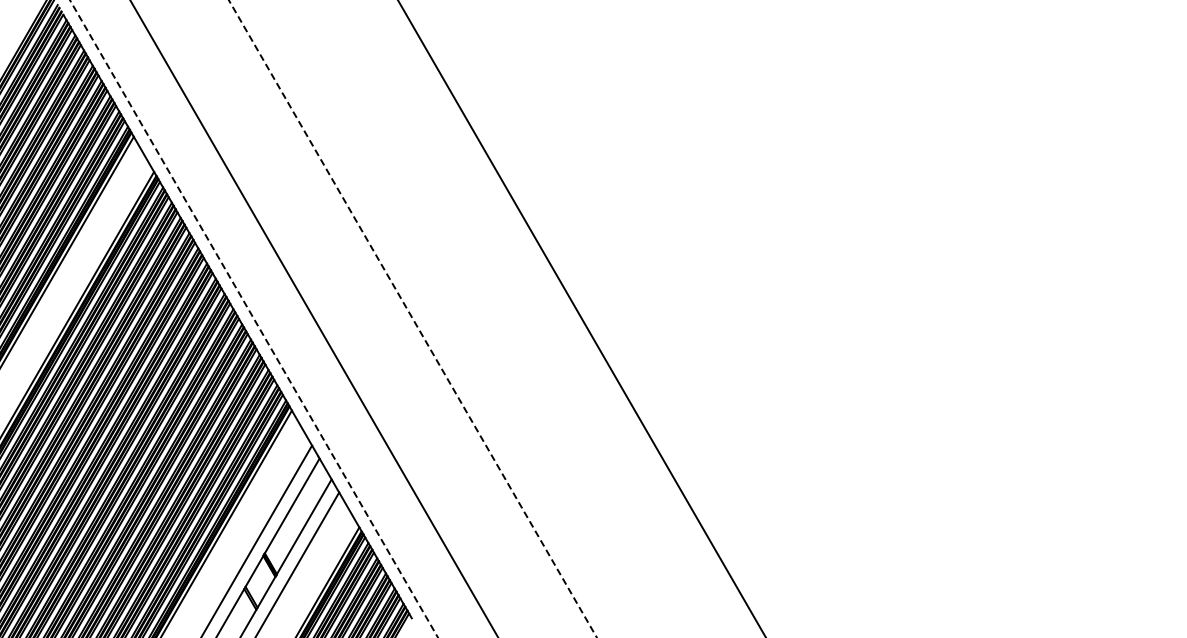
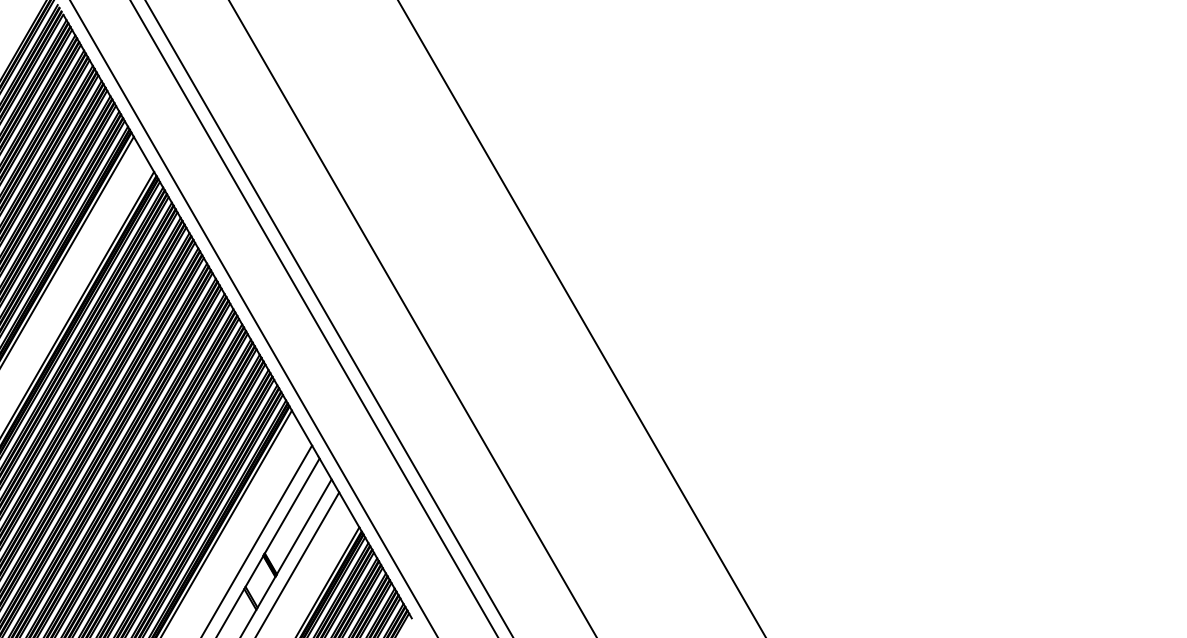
line at (253, 318): dashed -> solid
line at (328, 318): none -> present
line at (413, 319): dashed -> solid
